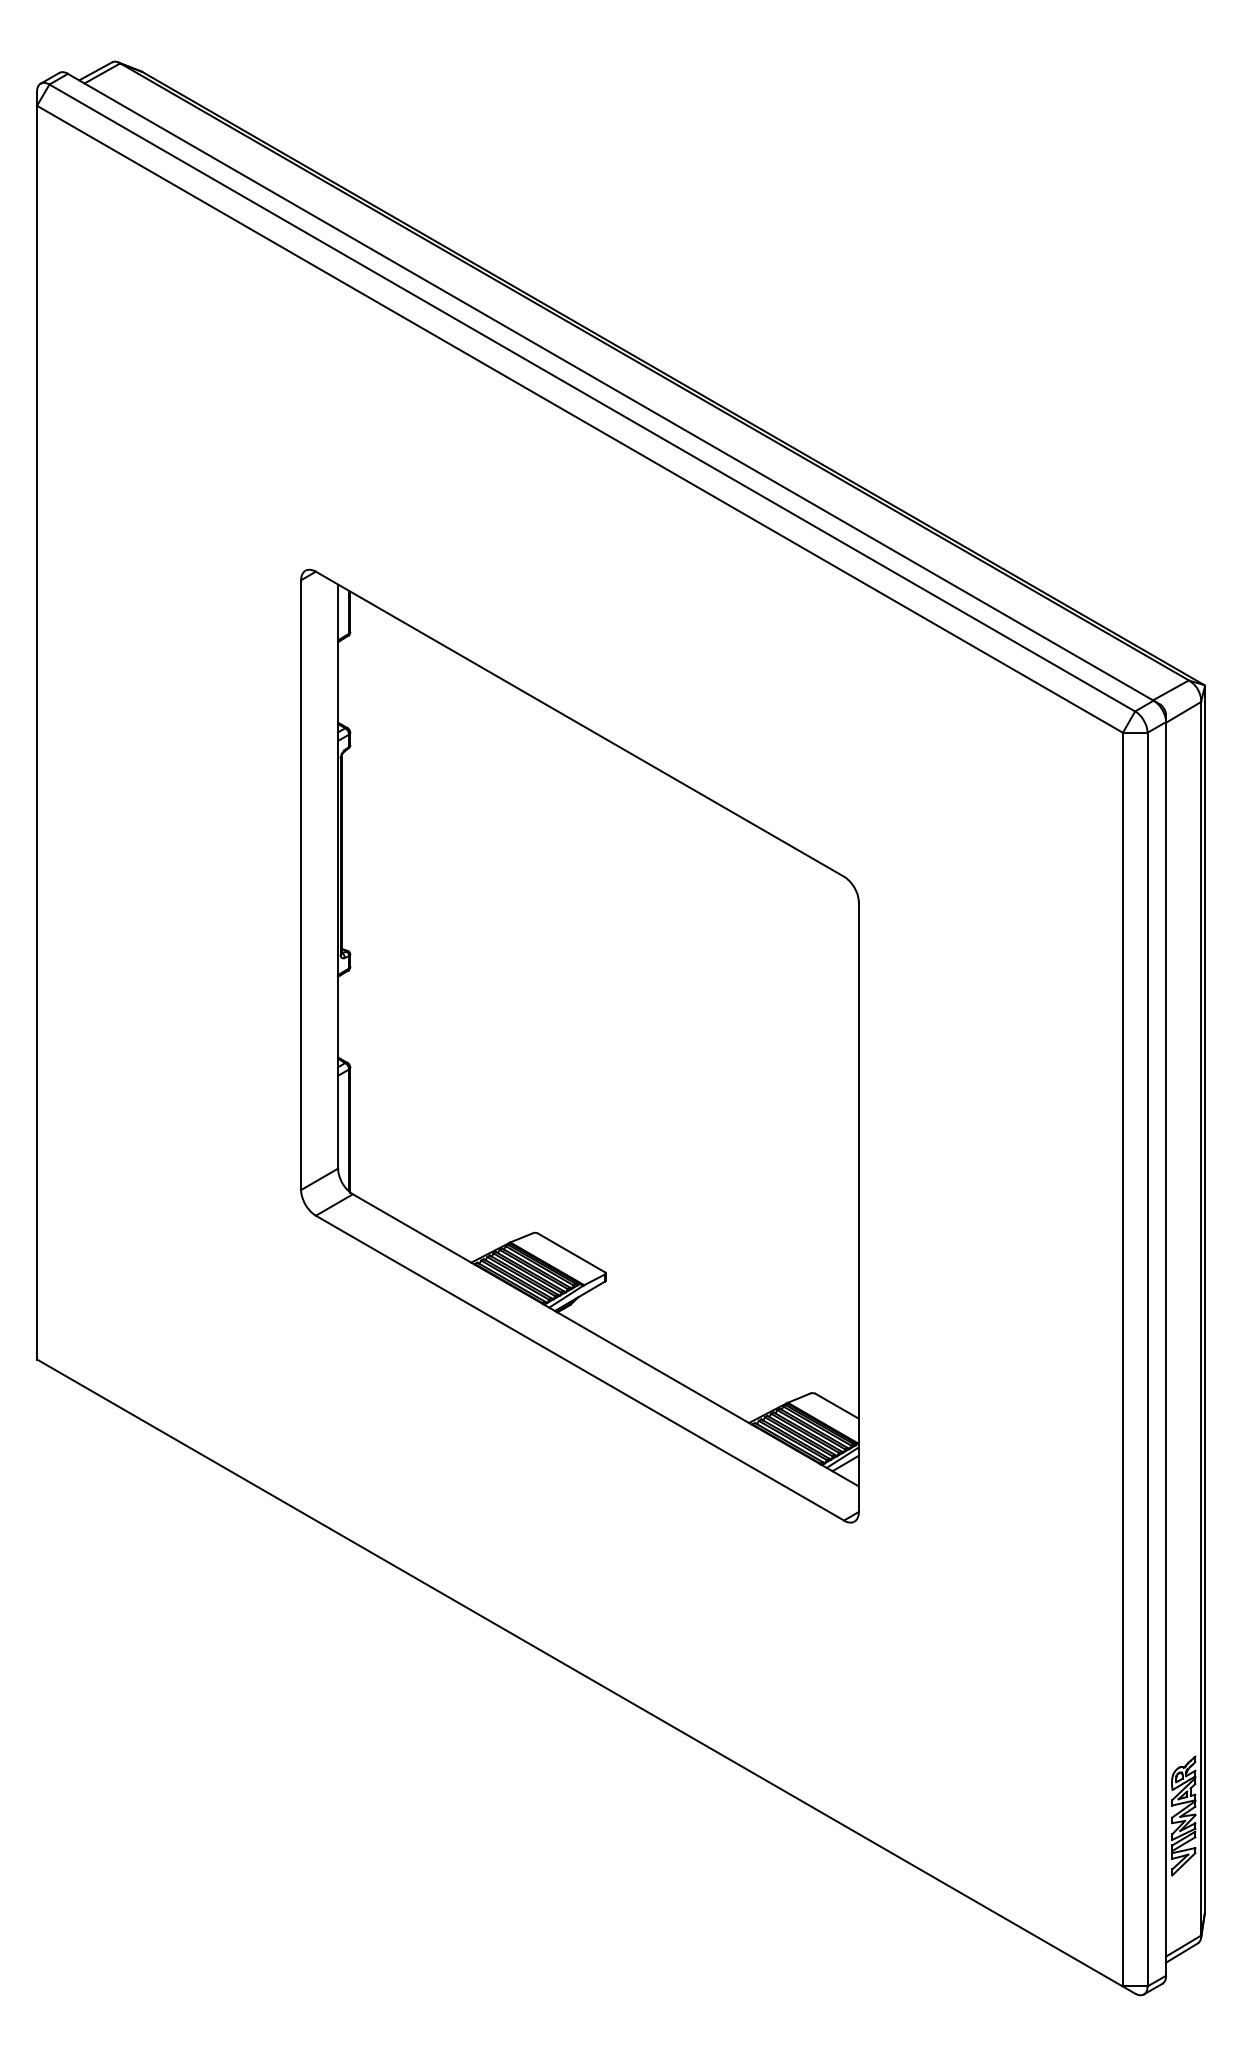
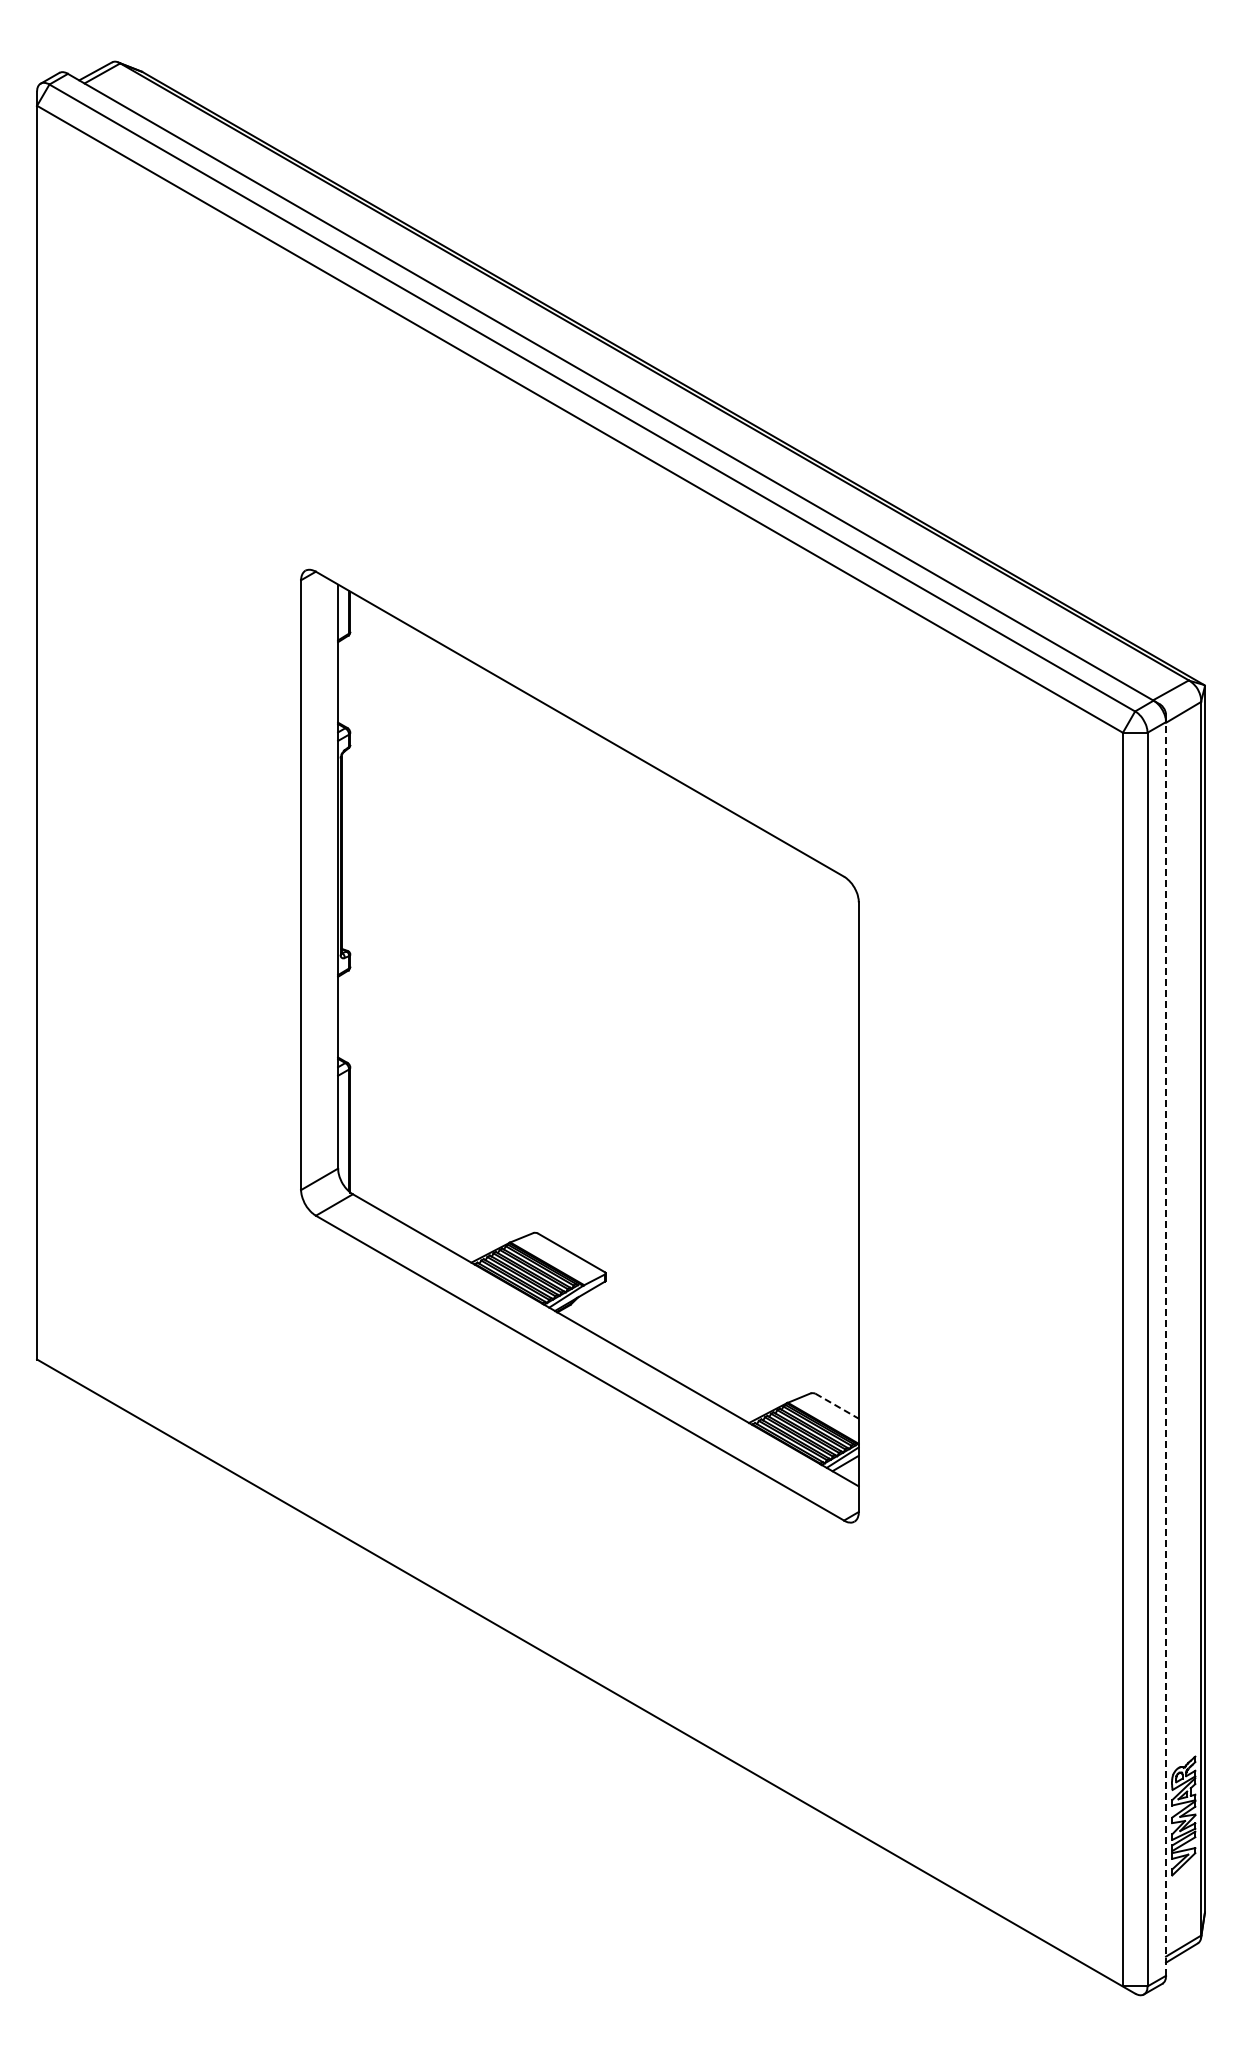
line at (1166, 1345): solid -> dashed
line at (837, 1406): solid -> dashed
